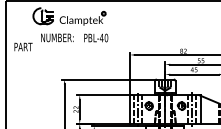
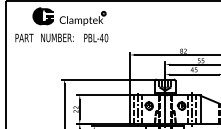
fill at (43, 16): none -> present
text at (23, 46) position: (23, 46) -> (24, 37)
